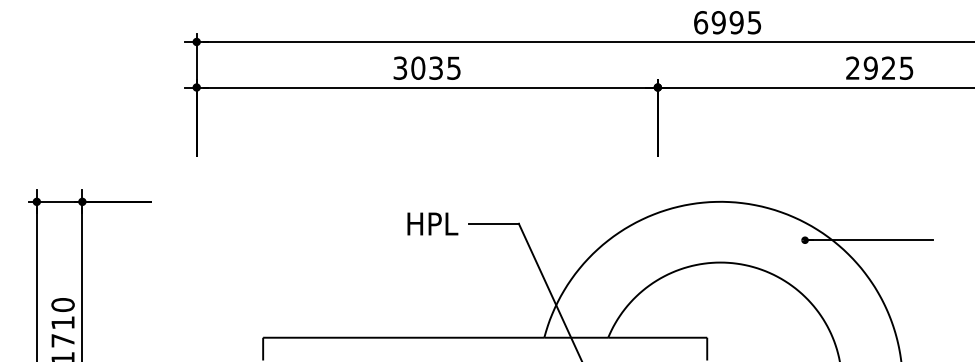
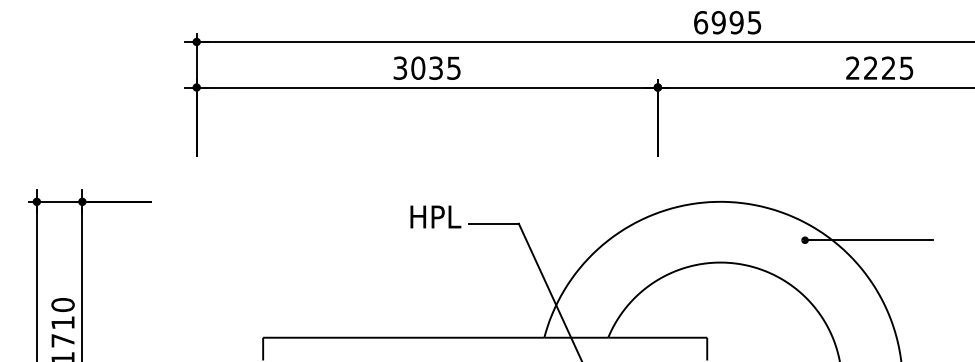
text at (870, 67): 2925 -> 2225
text at (432, 223) position: (432, 223) -> (435, 216)
